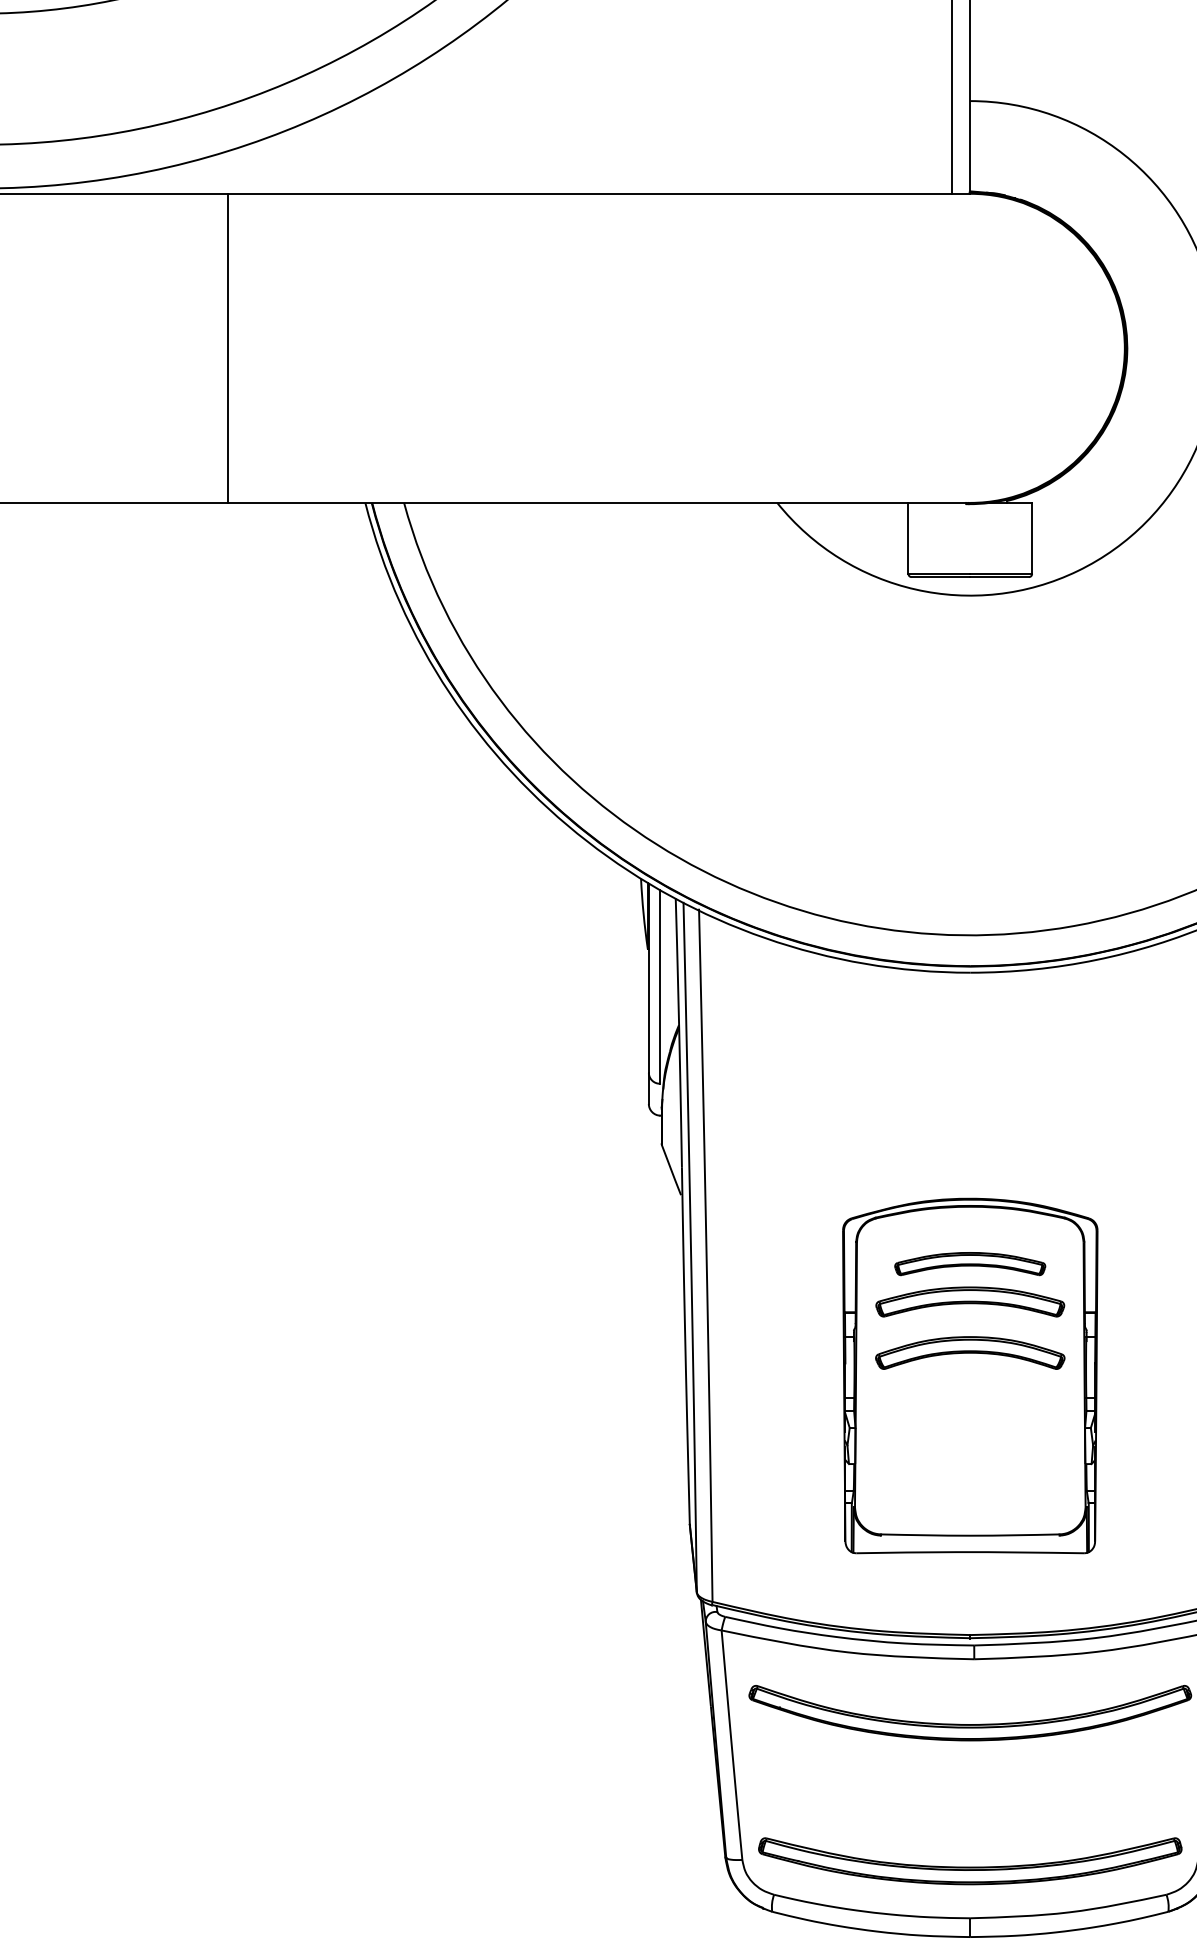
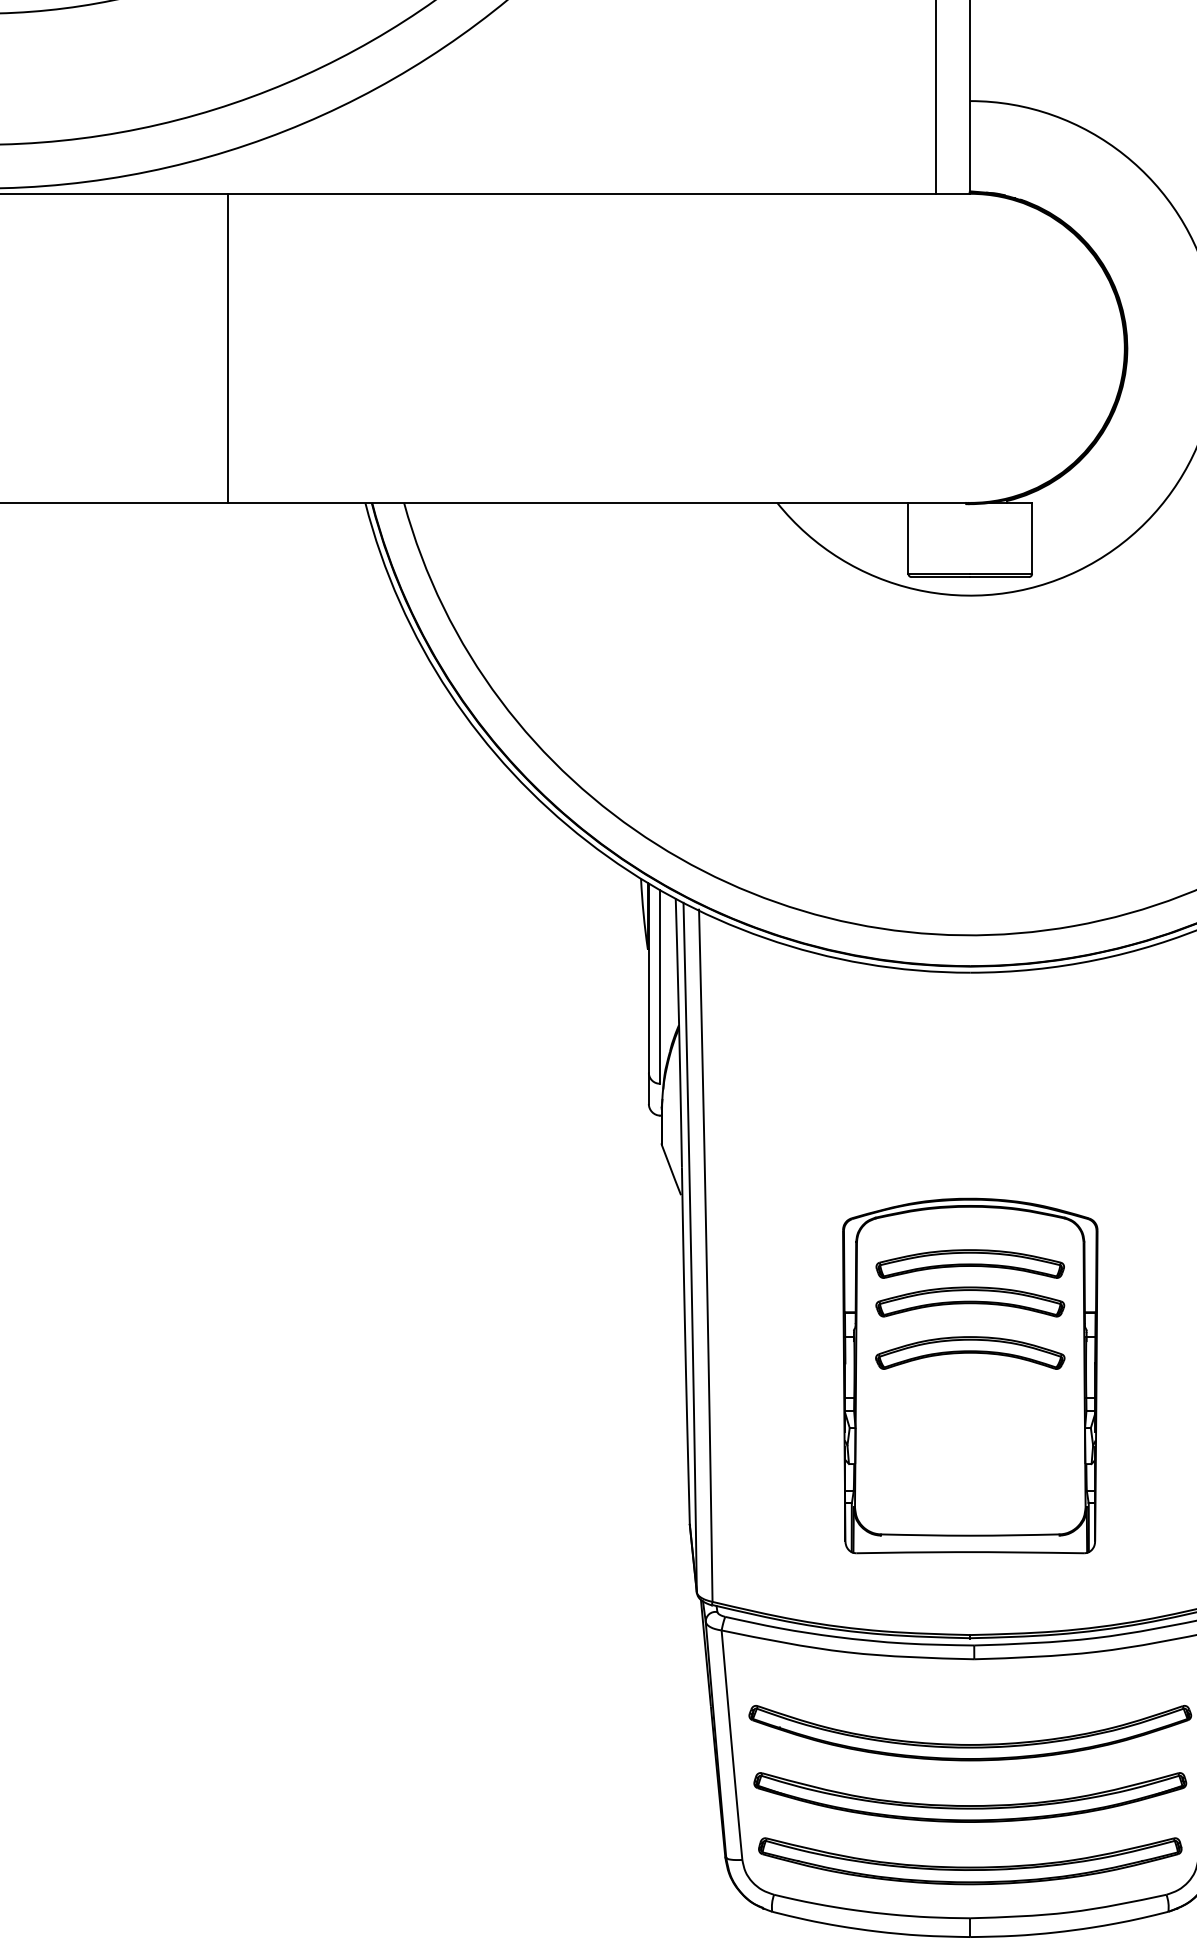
line at (951, 97) position: (951, 97) -> (935, 97)
part at (970, 1264) size: 153x25 px -> 190x30 px
part at (970, 1724) position: (970, 1724) -> (970, 1744)
part at (970, 1805): none -> present
